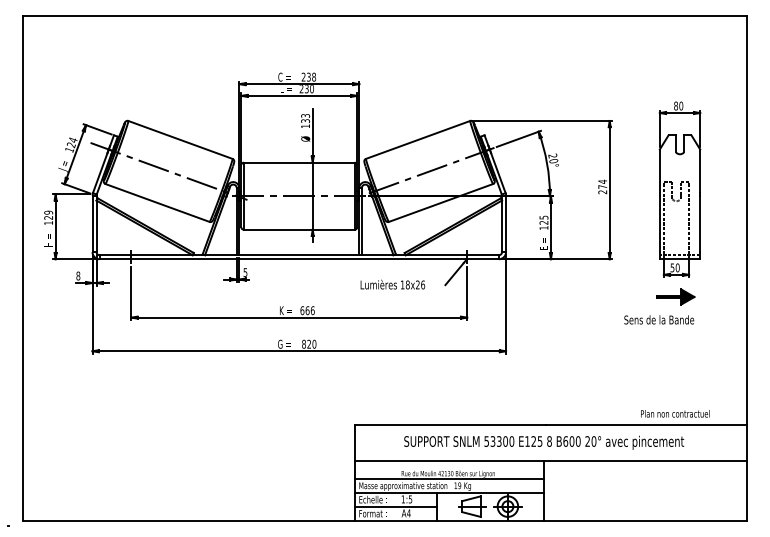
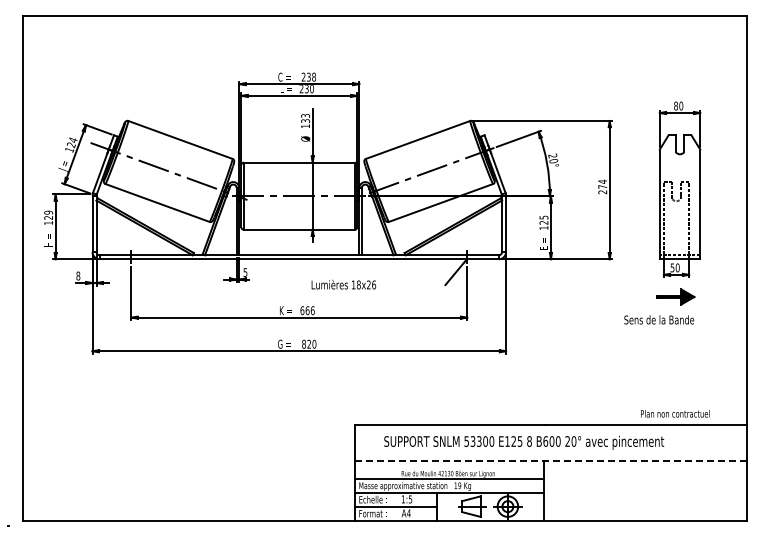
text at (392, 284) position: (392, 284) -> (343, 284)
text at (544, 442) position: (544, 442) -> (524, 442)
line at (550, 460): solid -> dashed
